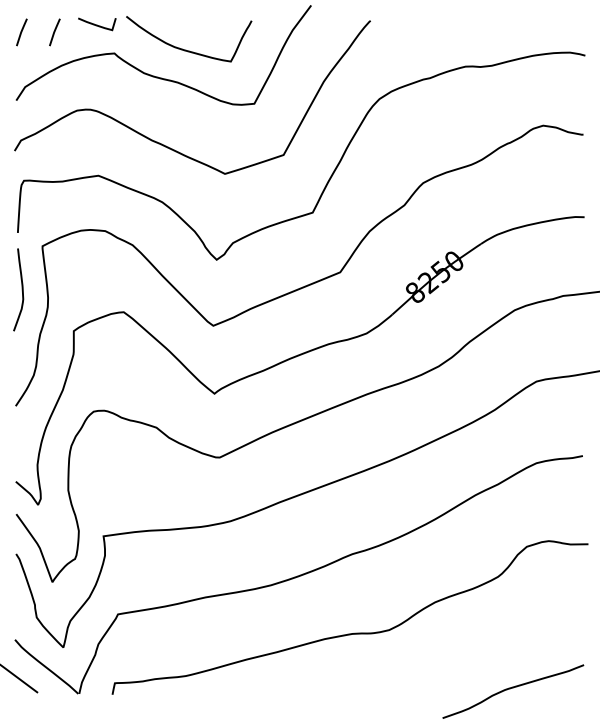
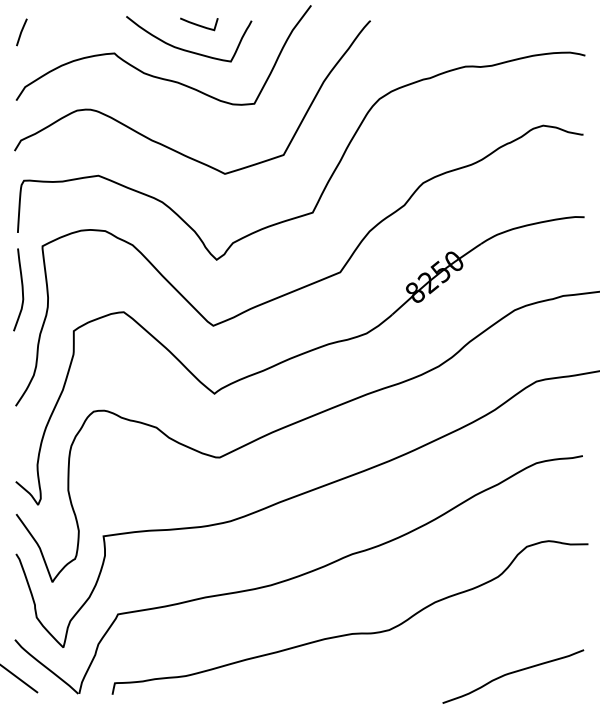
curve at (97, 24) position: (97, 24) -> (199, 24)
line at (54, 32): present -> none
curve at (513, 688) position: (513, 688) -> (513, 673)
